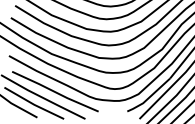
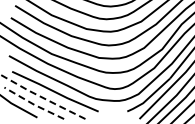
line at (42, 97): solid -> dashed
line at (33, 104): solid -> dashed
